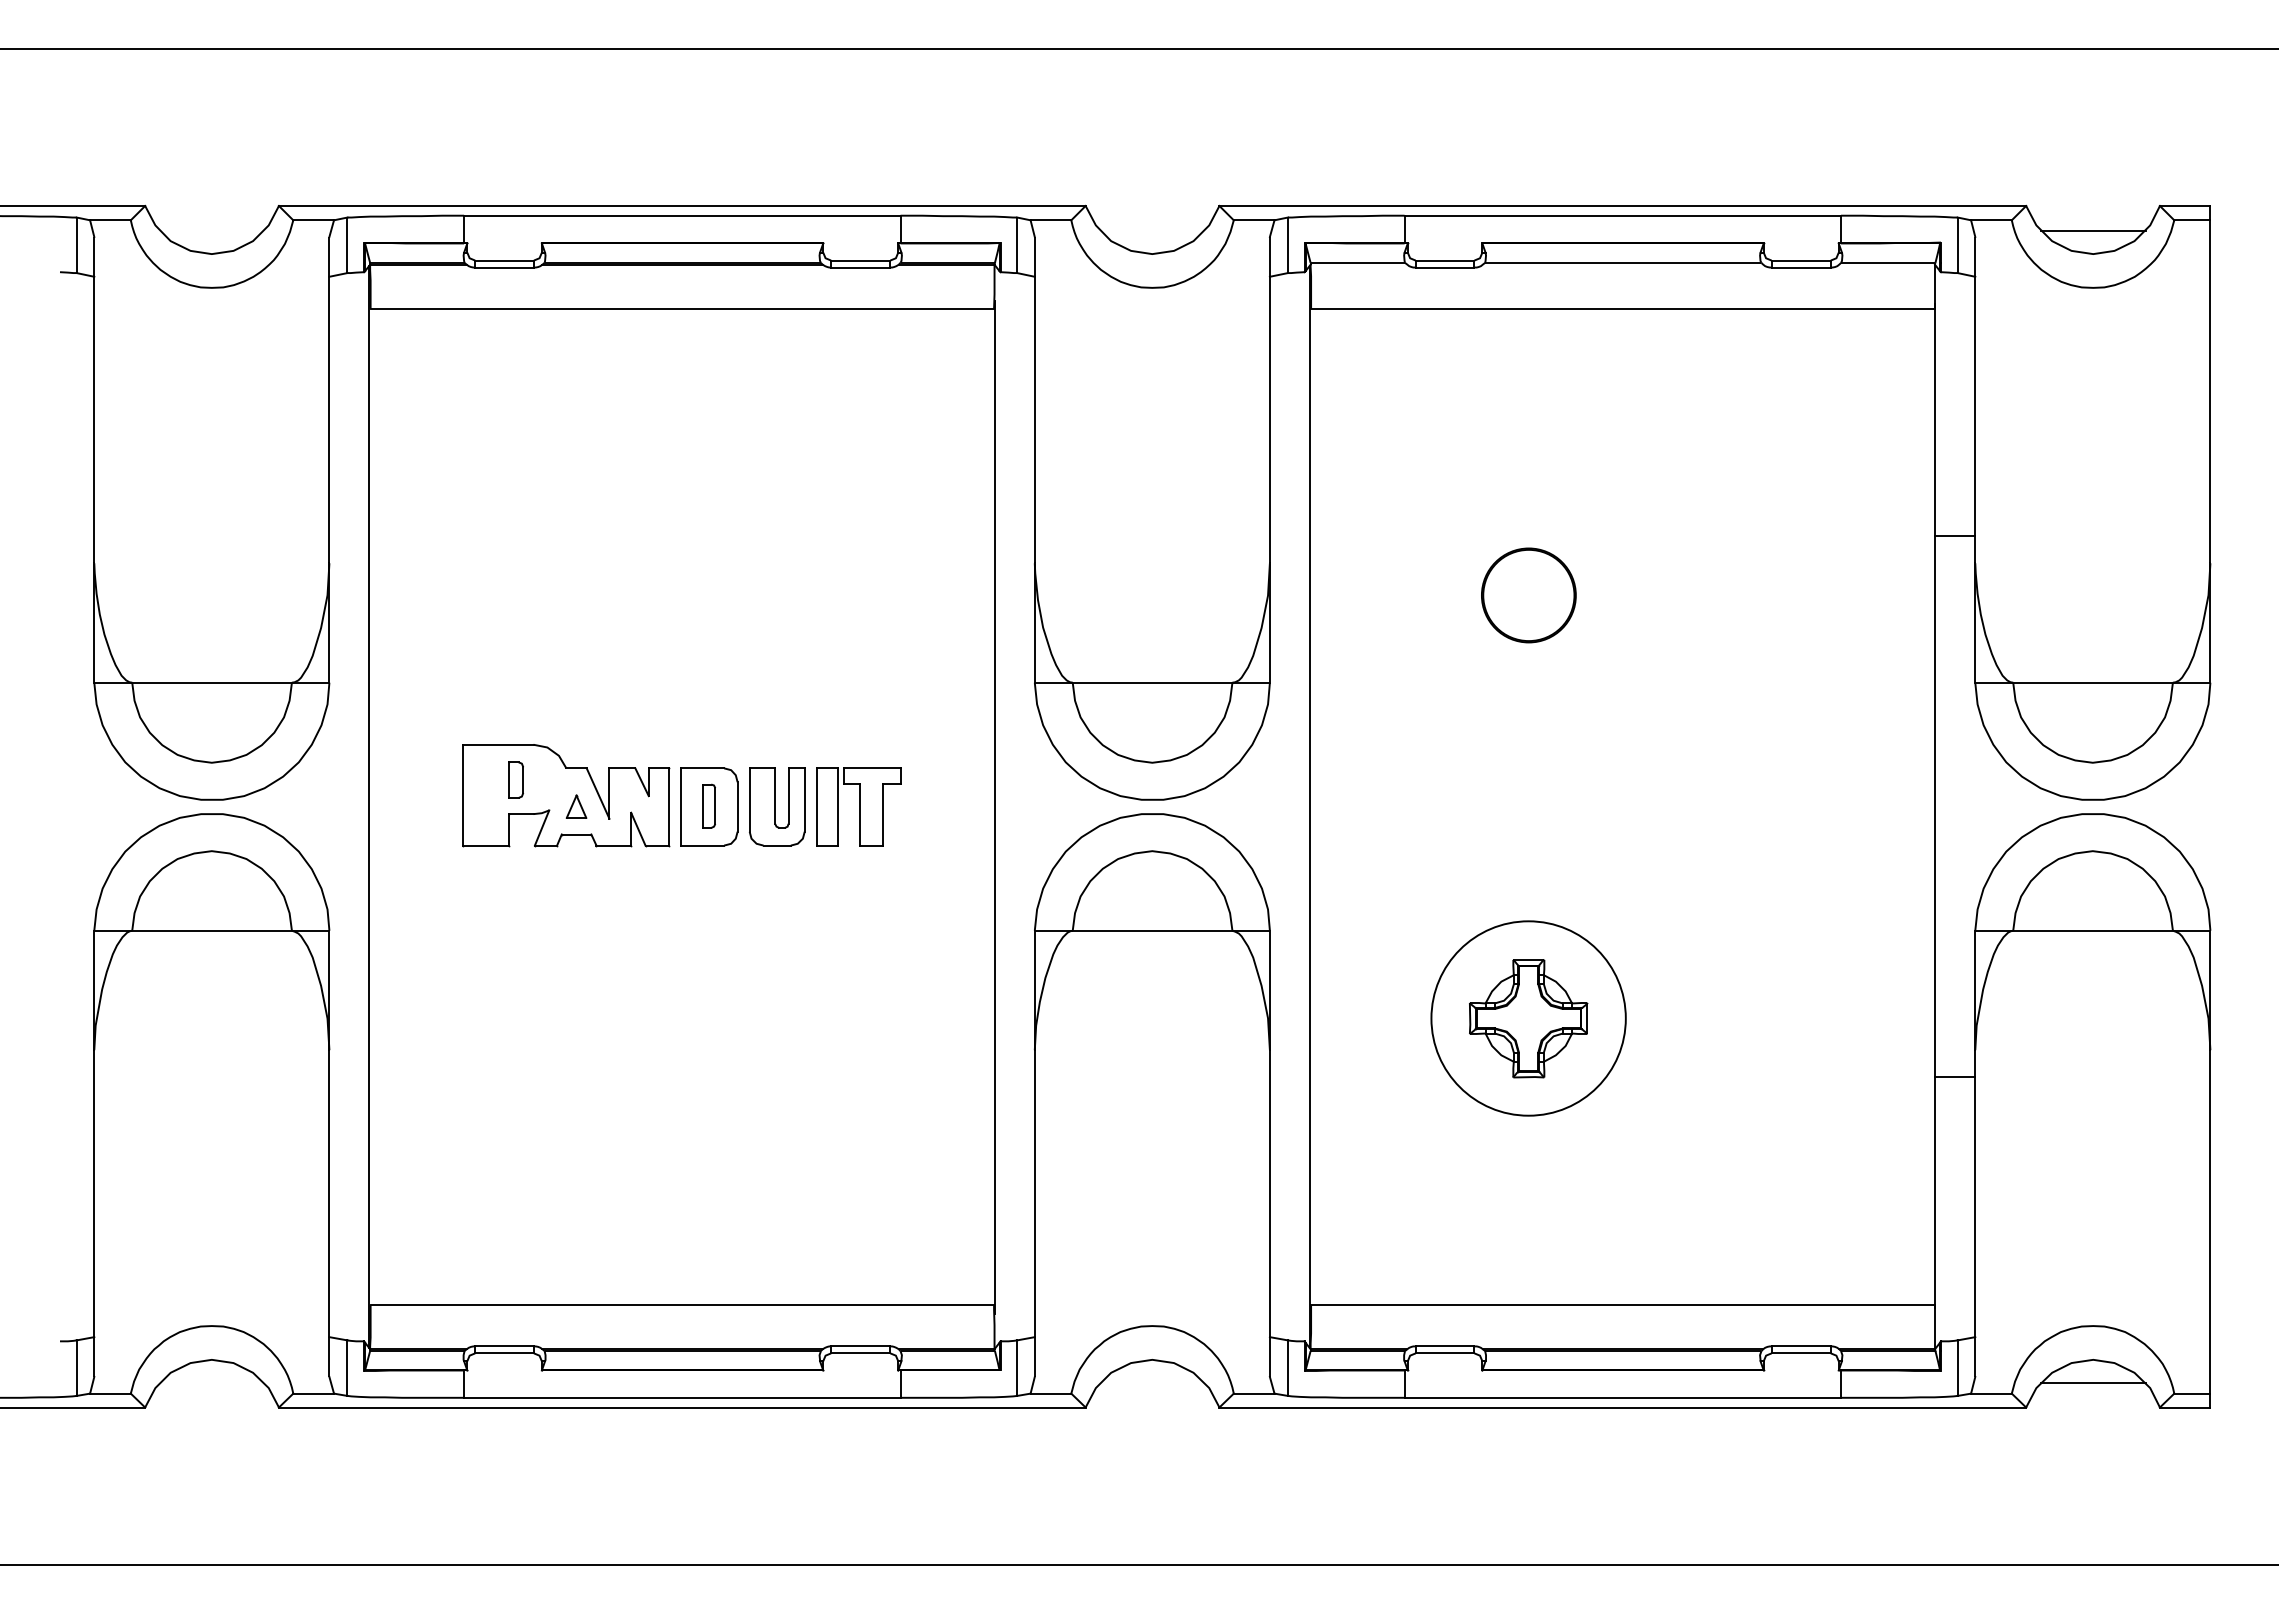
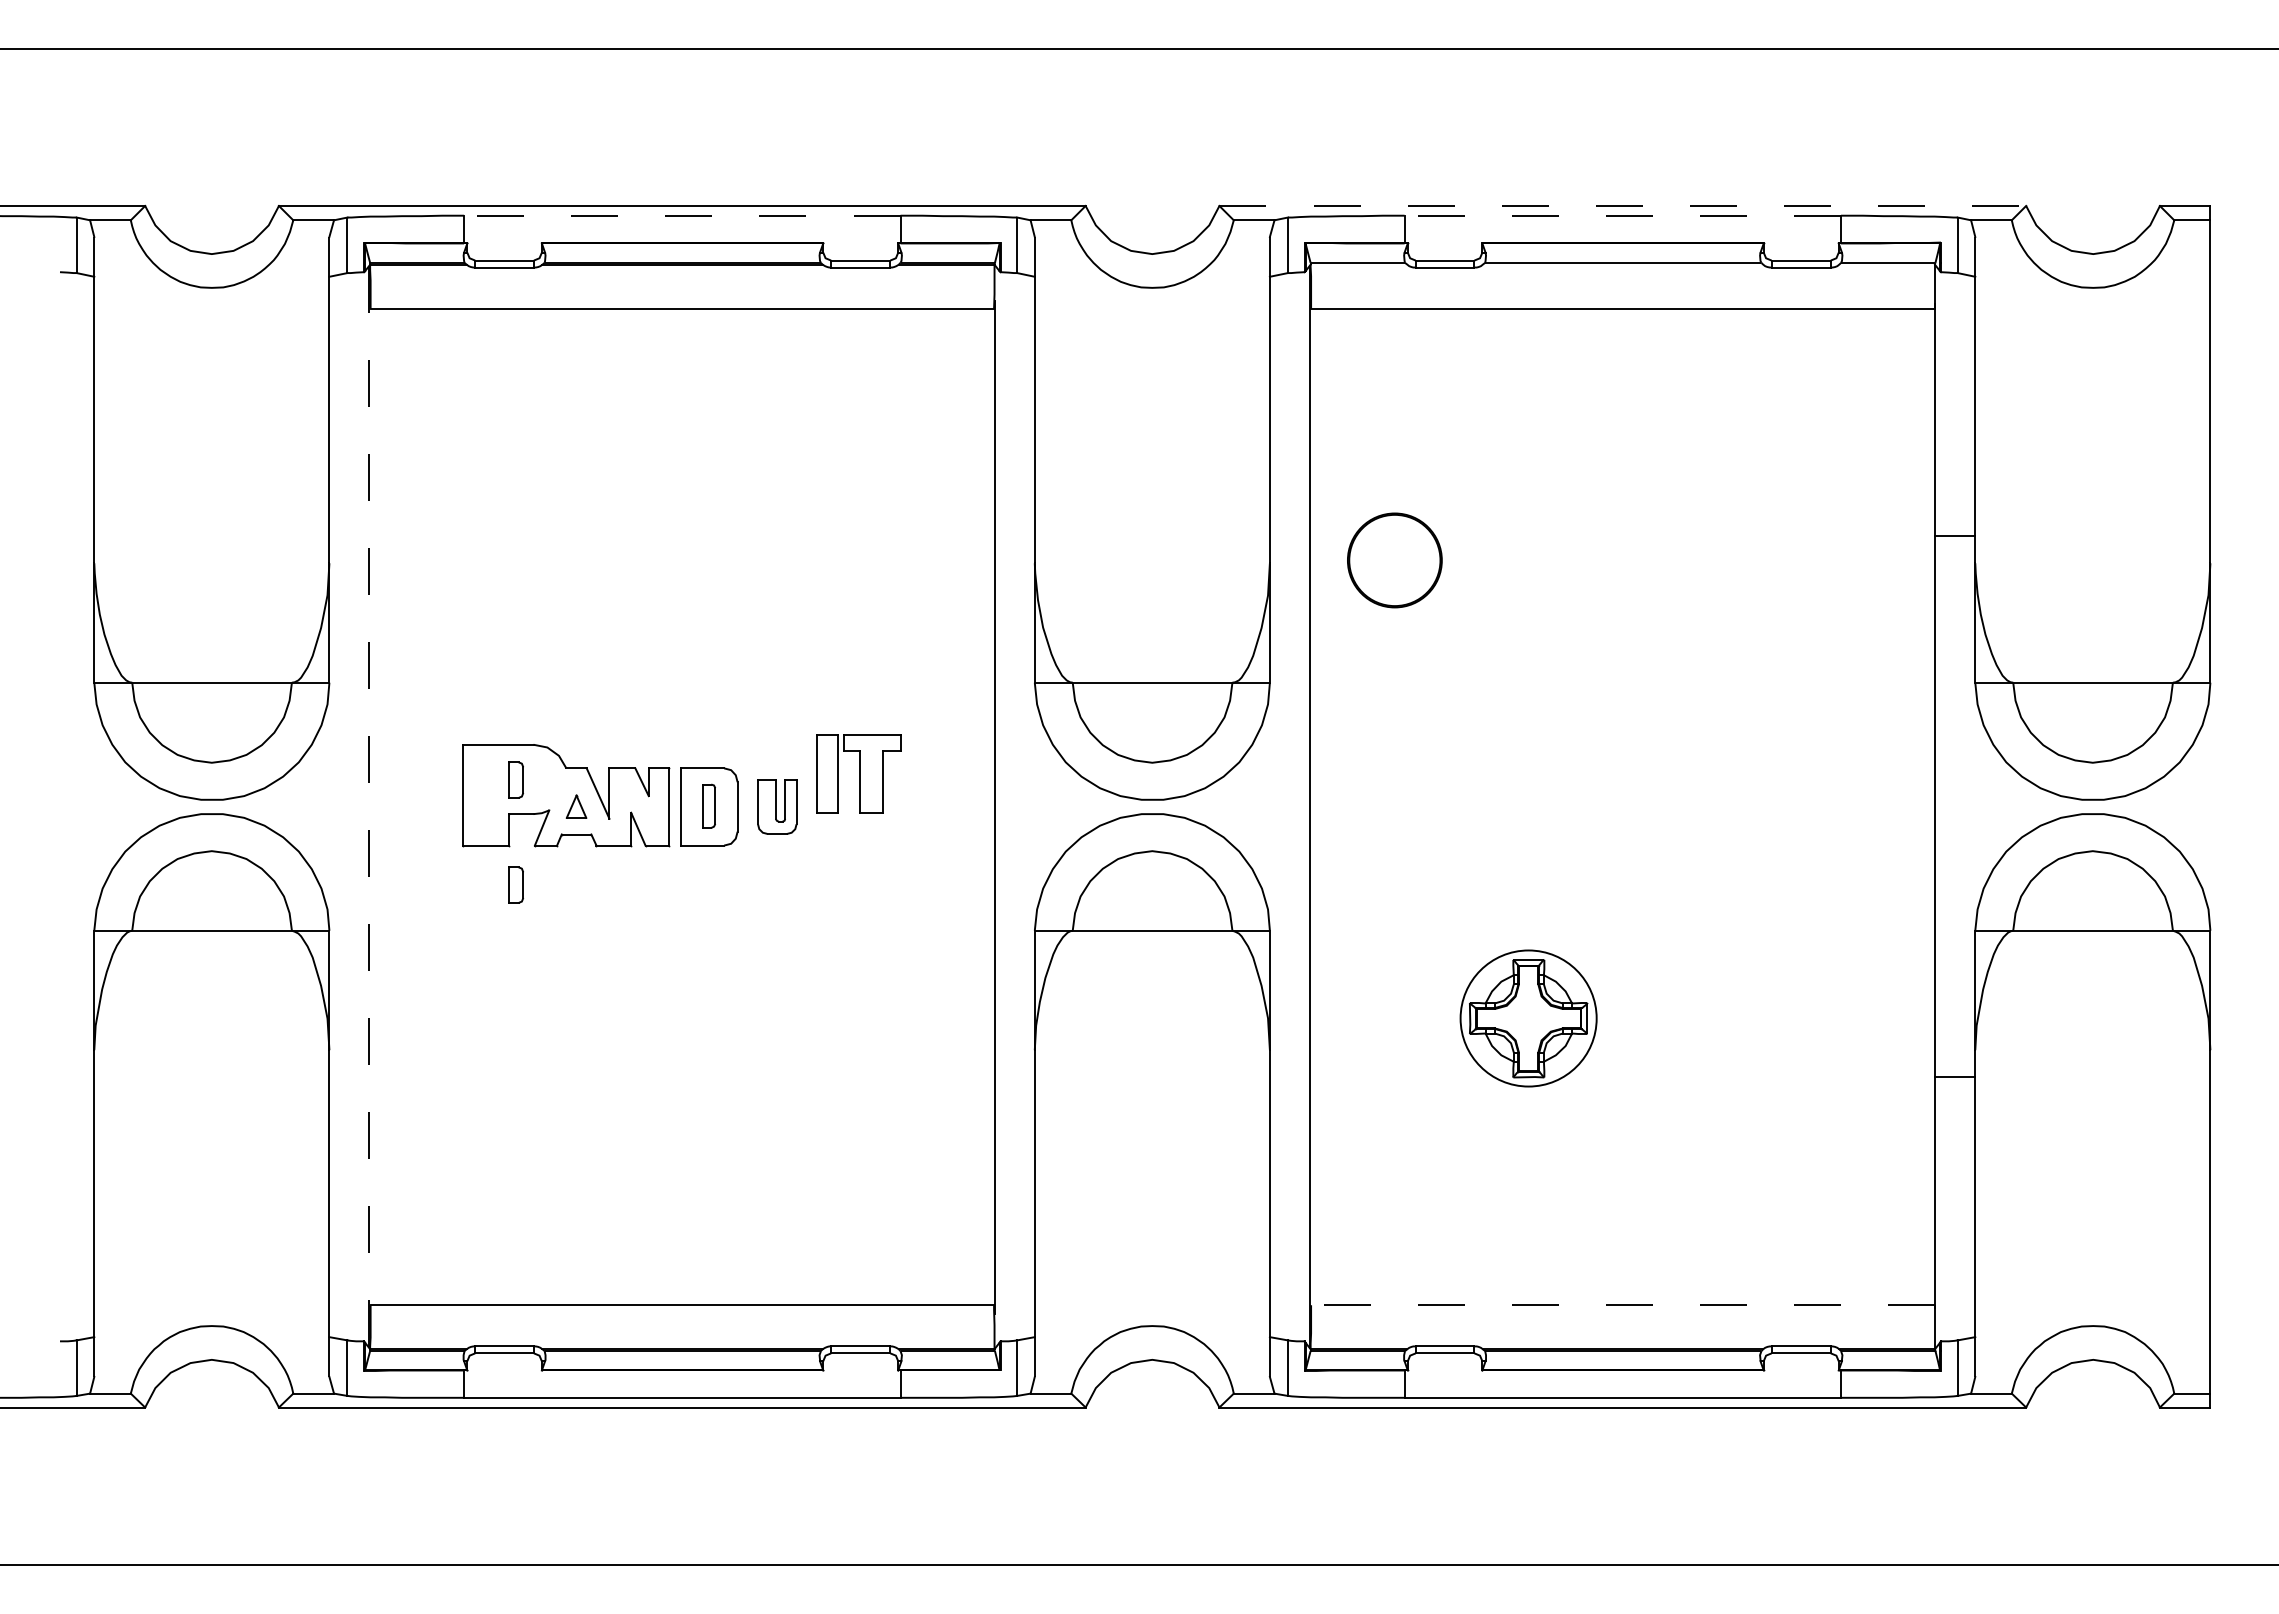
line at (1623, 205): solid -> dashed
line at (681, 215): solid -> dashed
line at (1622, 215): solid -> dashed
line at (2092, 230): present -> none
part at (1528, 595) position: (1528, 595) -> (1394, 560)
part at (777, 806) size: 57x80 px -> 41x56 px
part at (858, 806) position: (858, 806) -> (858, 773)
line at (369, 807): solid -> dashed
part at (515, 884): none -> present
circle at (1528, 1018) diameter: 194 px -> 136 px
line at (1623, 1305): solid -> dashed
line at (2092, 1383): present -> none
